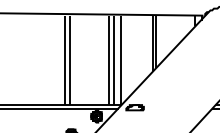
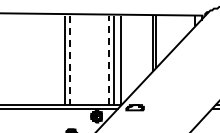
line at (70, 60): solid -> dashed
line at (108, 60): solid -> dashed
